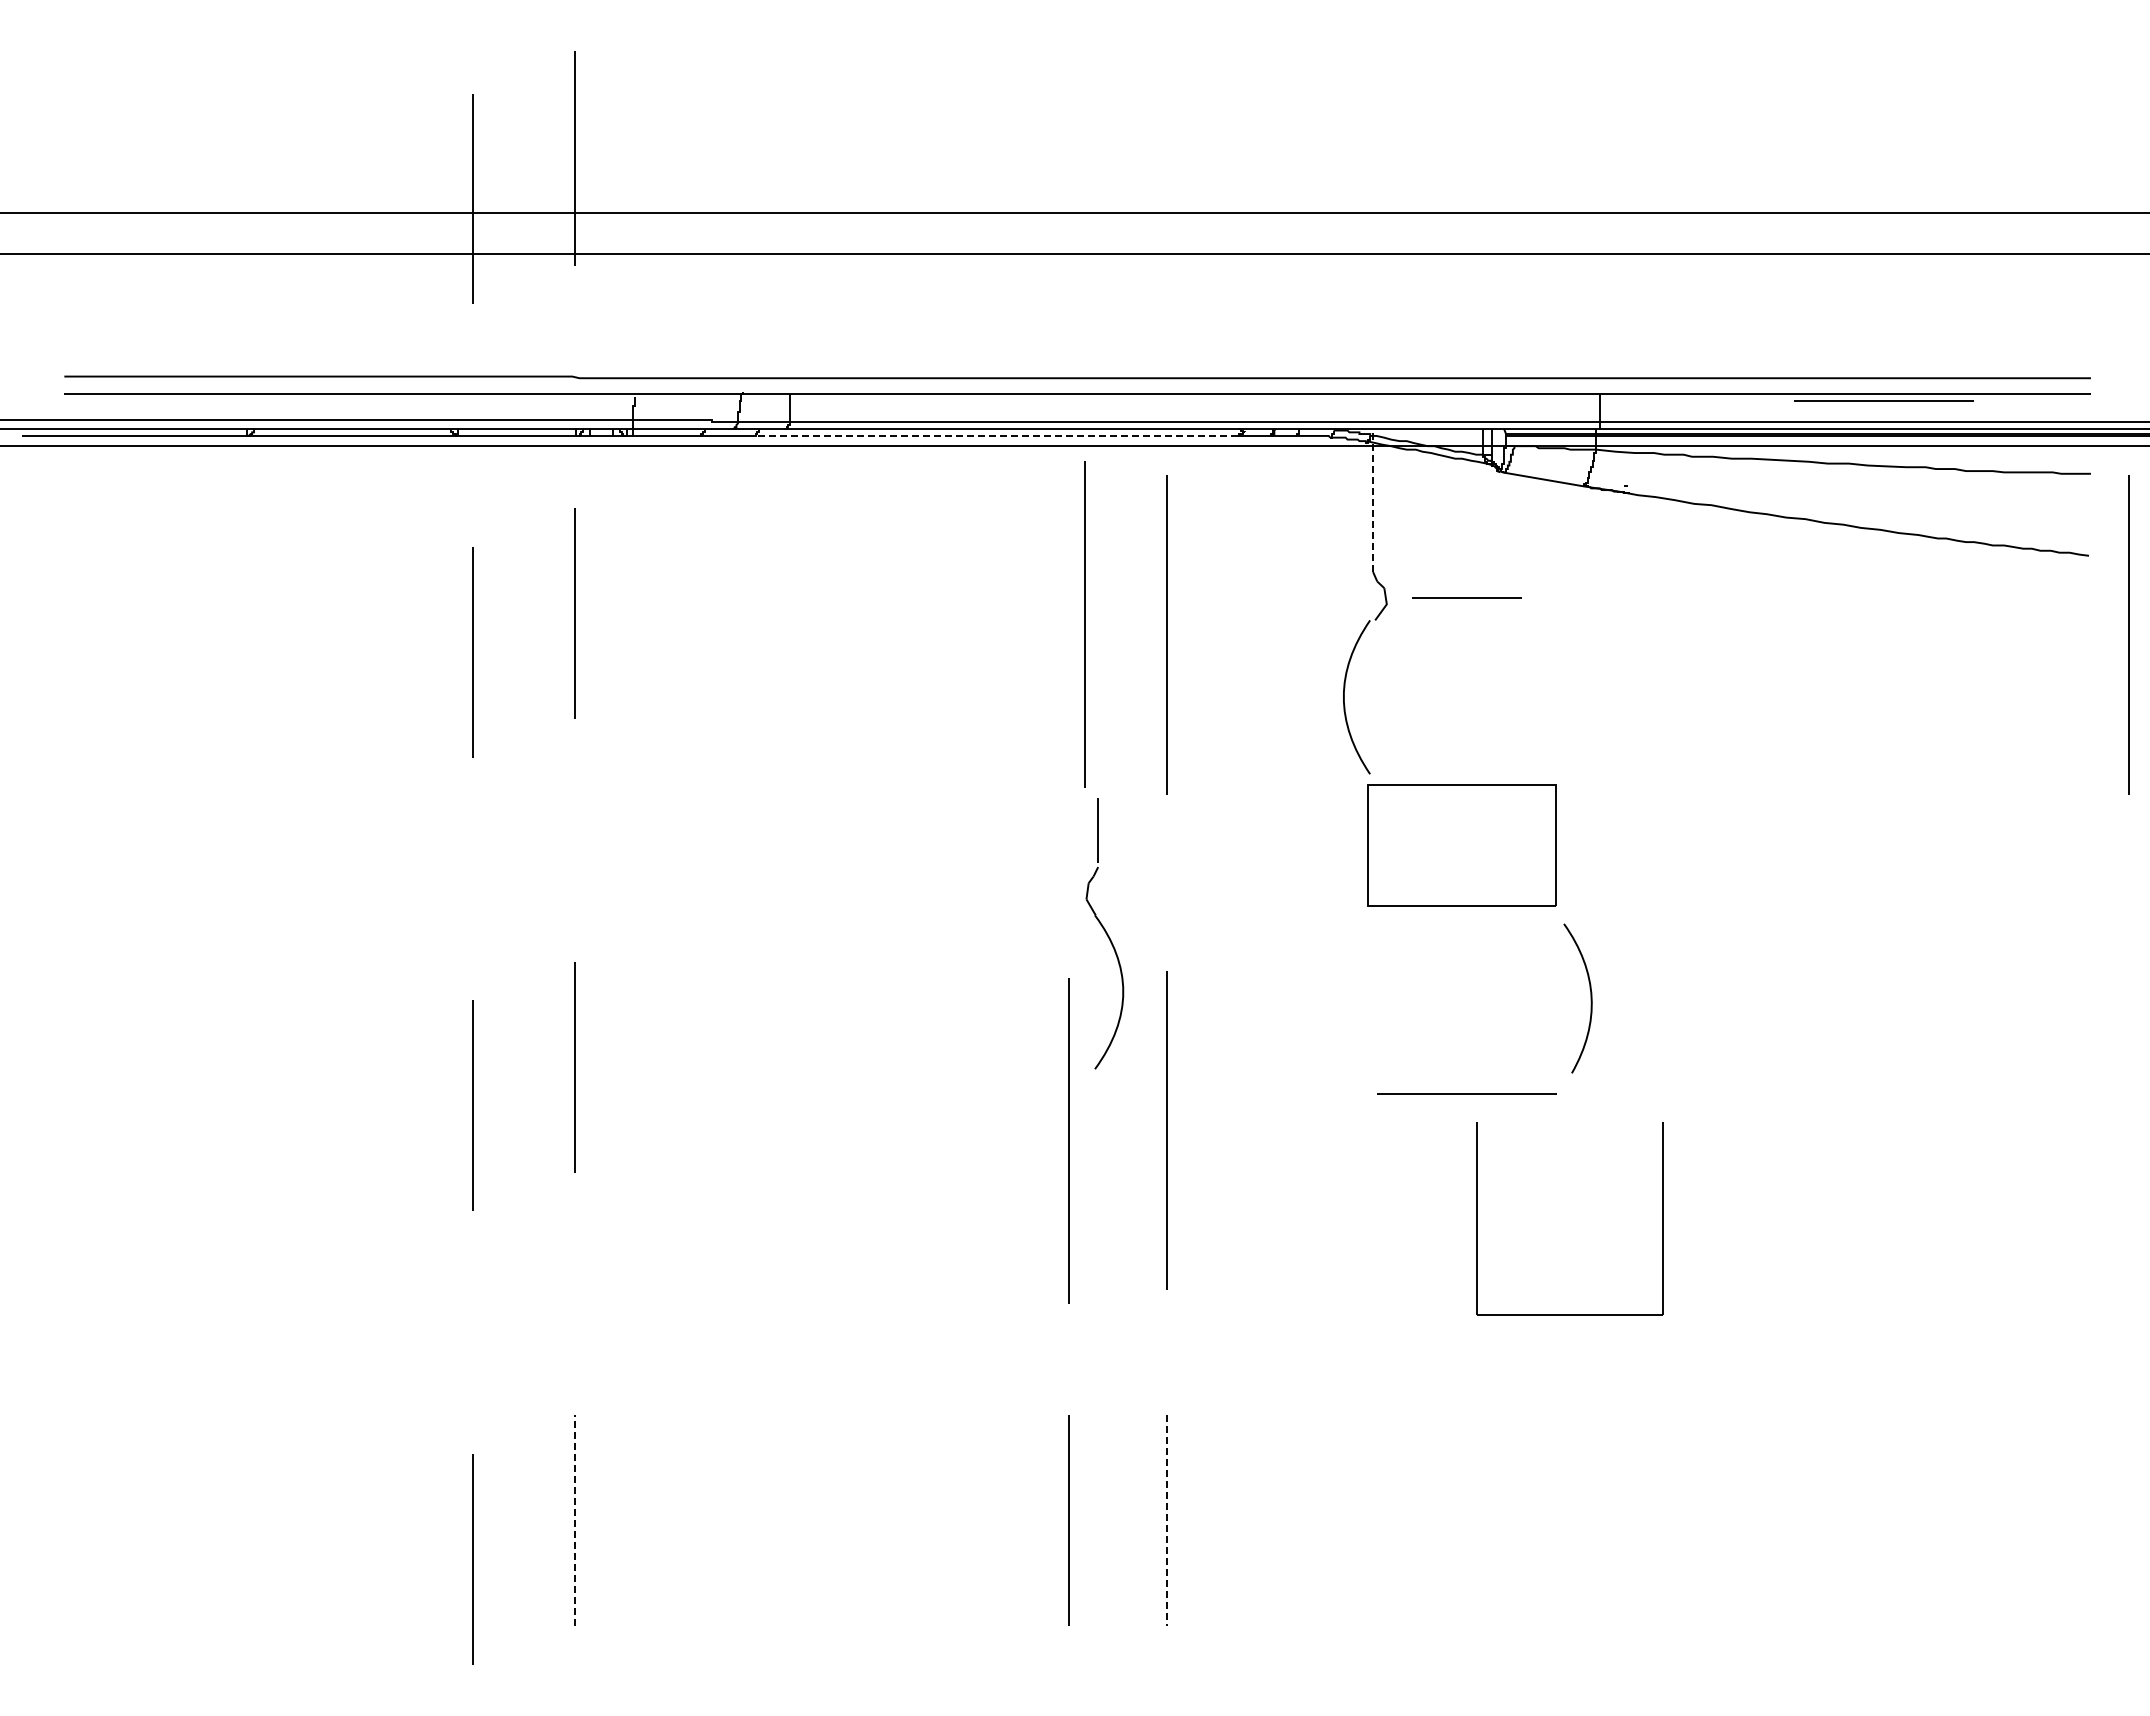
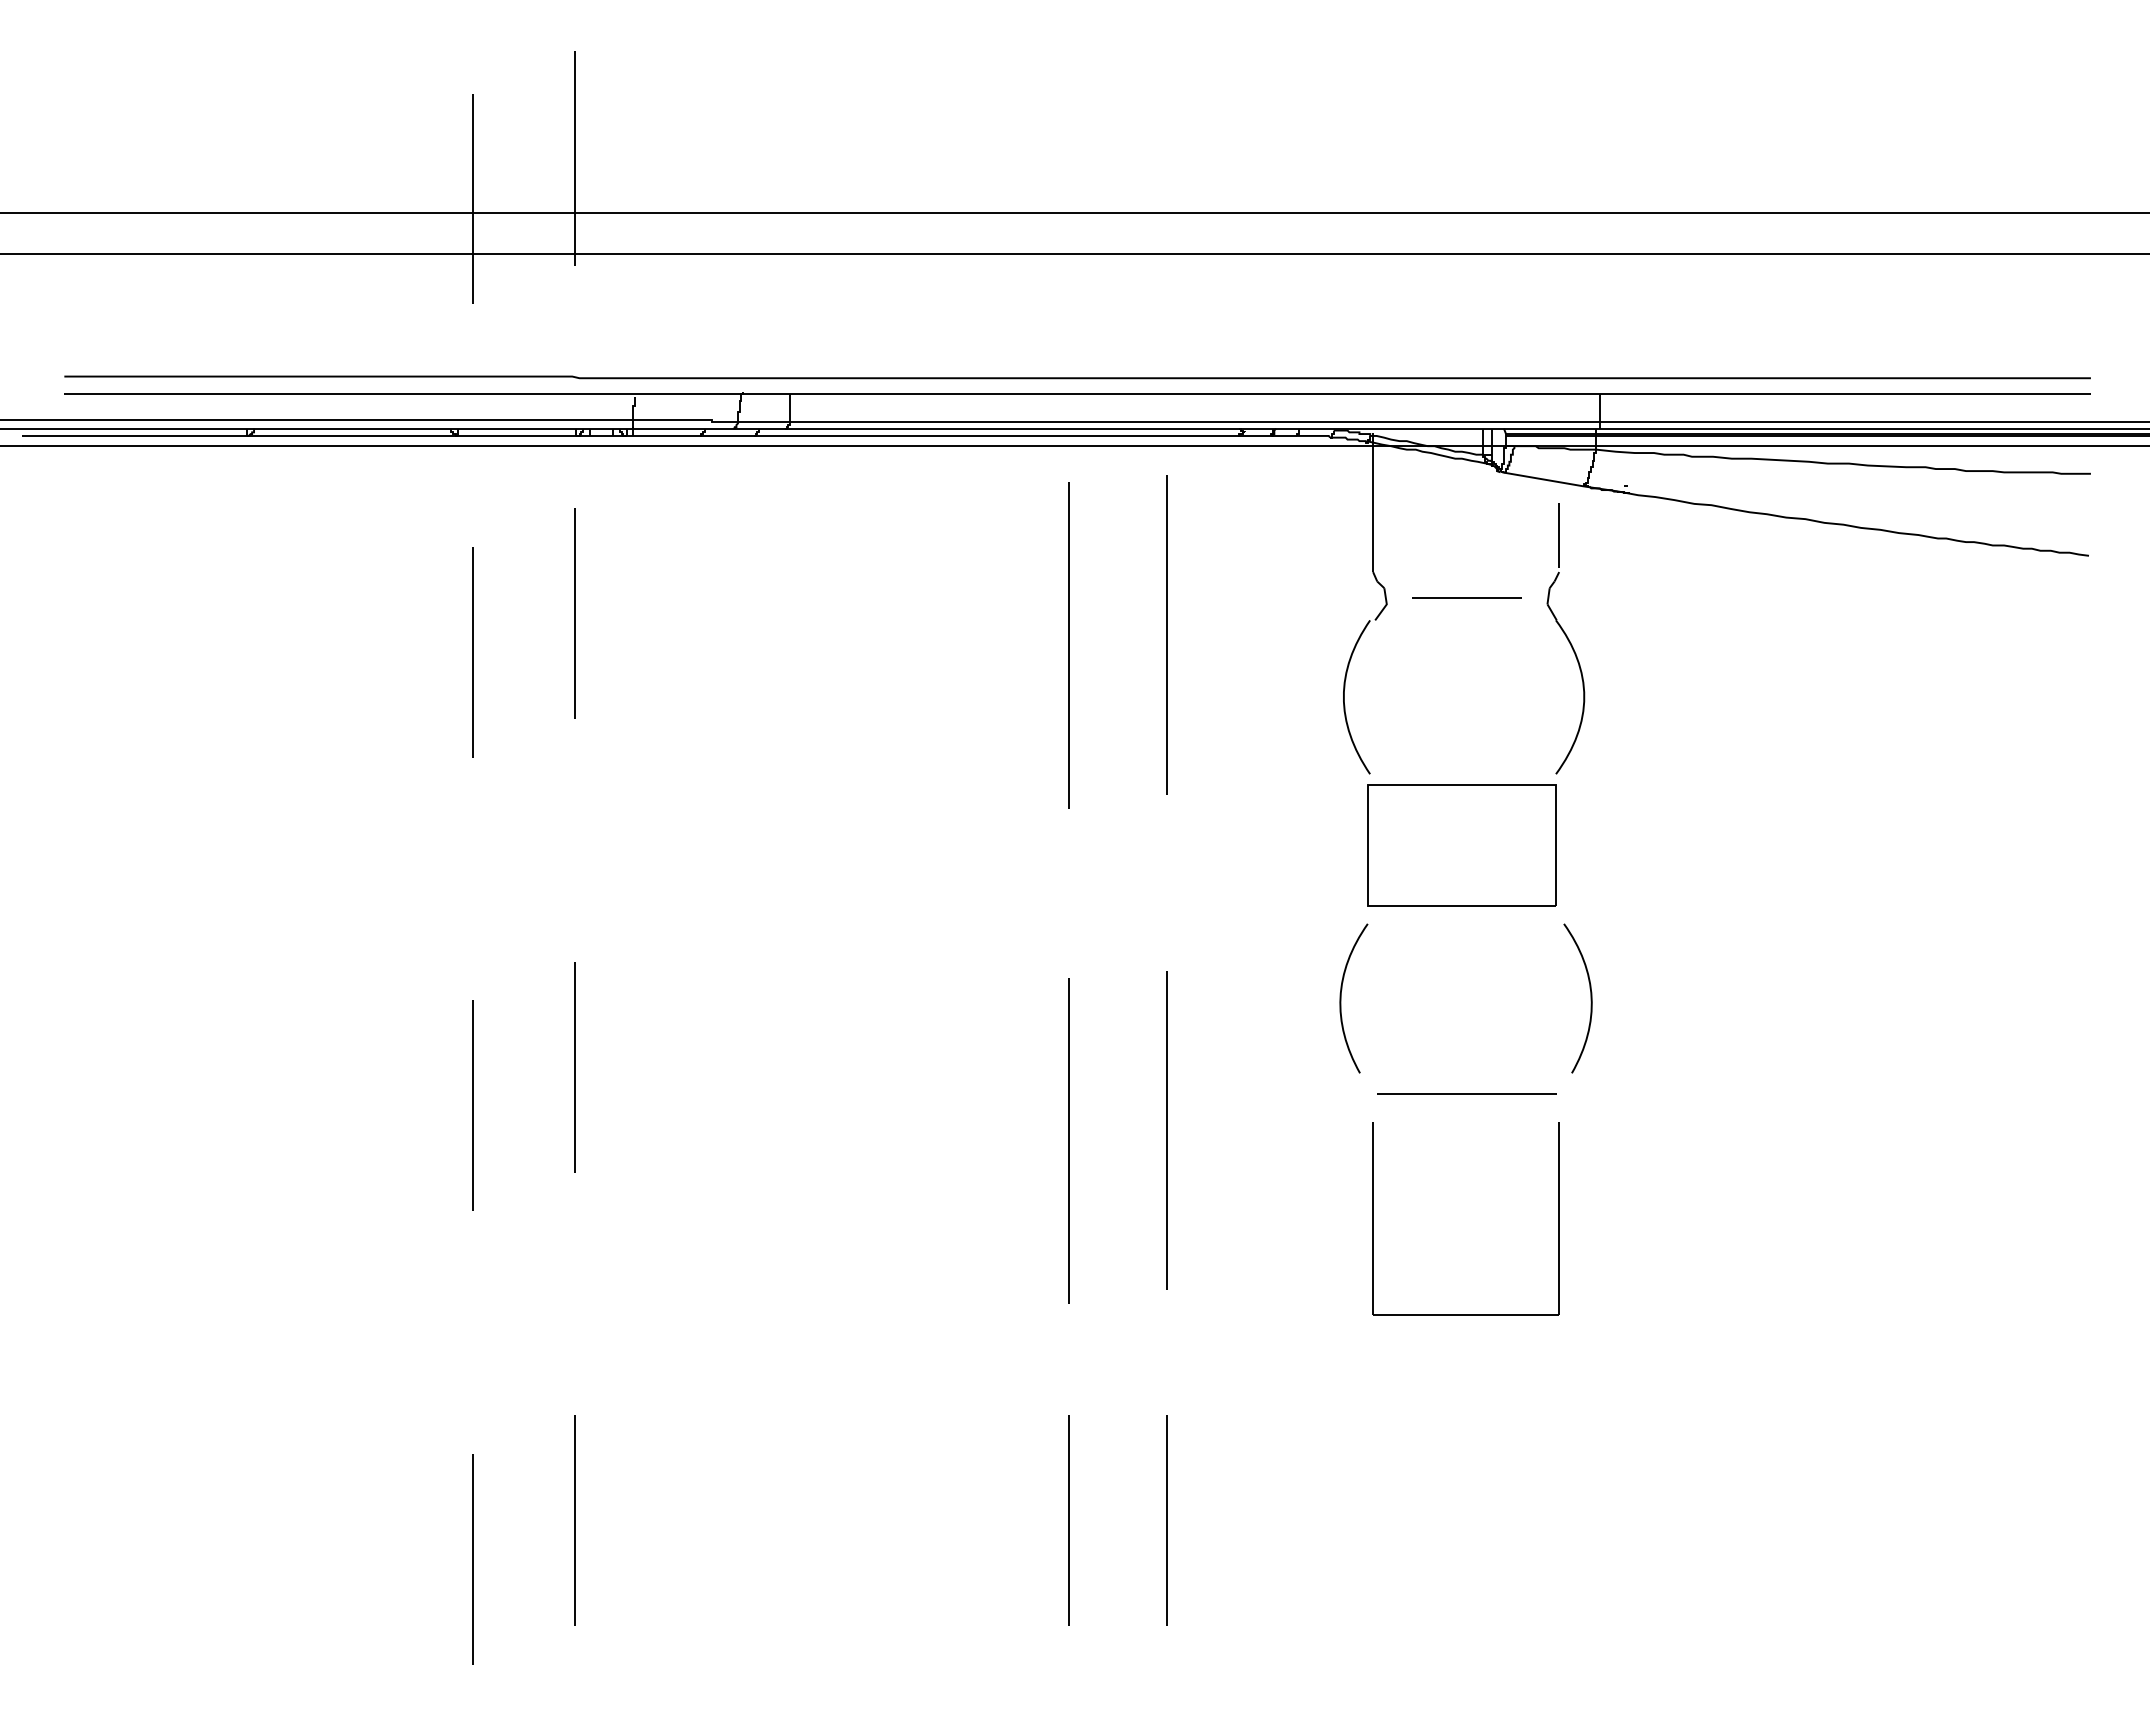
line at (1883, 400): present -> none
line at (995, 435): dashed -> solid
line at (1373, 502): dashed -> solid
line at (1084, 624) position: (1084, 624) -> (1068, 645)
line at (2128, 634): present -> none
part at (1104, 933) position: (1104, 933) -> (1565, 638)
curve at (1341, 998): none -> present
part at (1477, 1218) position: (1477, 1218) -> (1373, 1218)
line at (575, 1520): dashed -> solid
line at (1167, 1521): dashed -> solid
